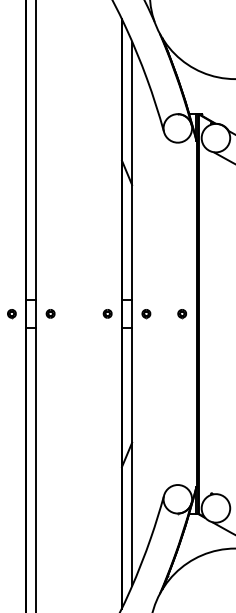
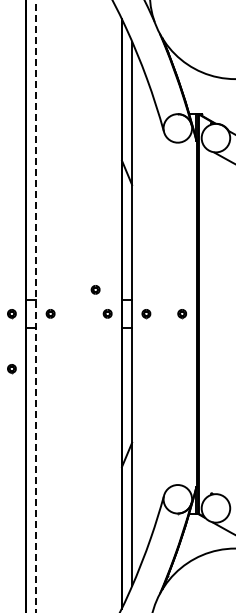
part at (95, 289): none -> present
line at (36, 306): solid -> dashed
part at (11, 369): none -> present
